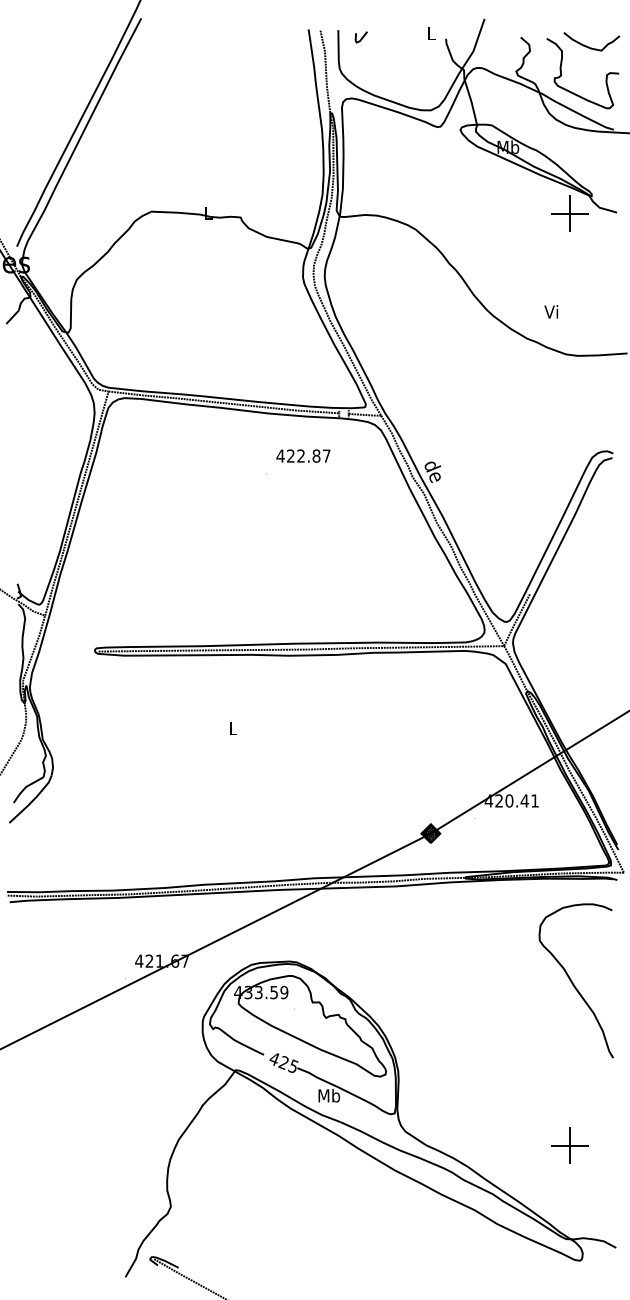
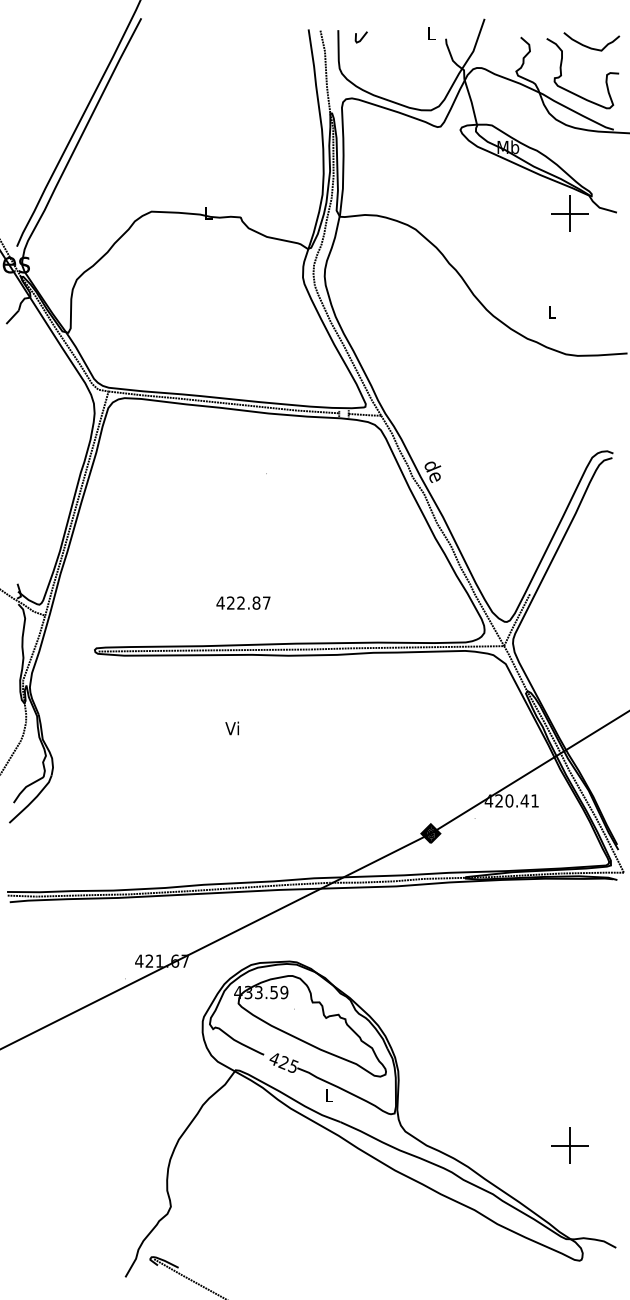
text at (551, 311): Vi -> L
text at (303, 455) position: (303, 455) -> (243, 602)
text at (231, 728): L -> Vi
curve at (573, 982): present -> none
text at (329, 1095): Mb -> L
